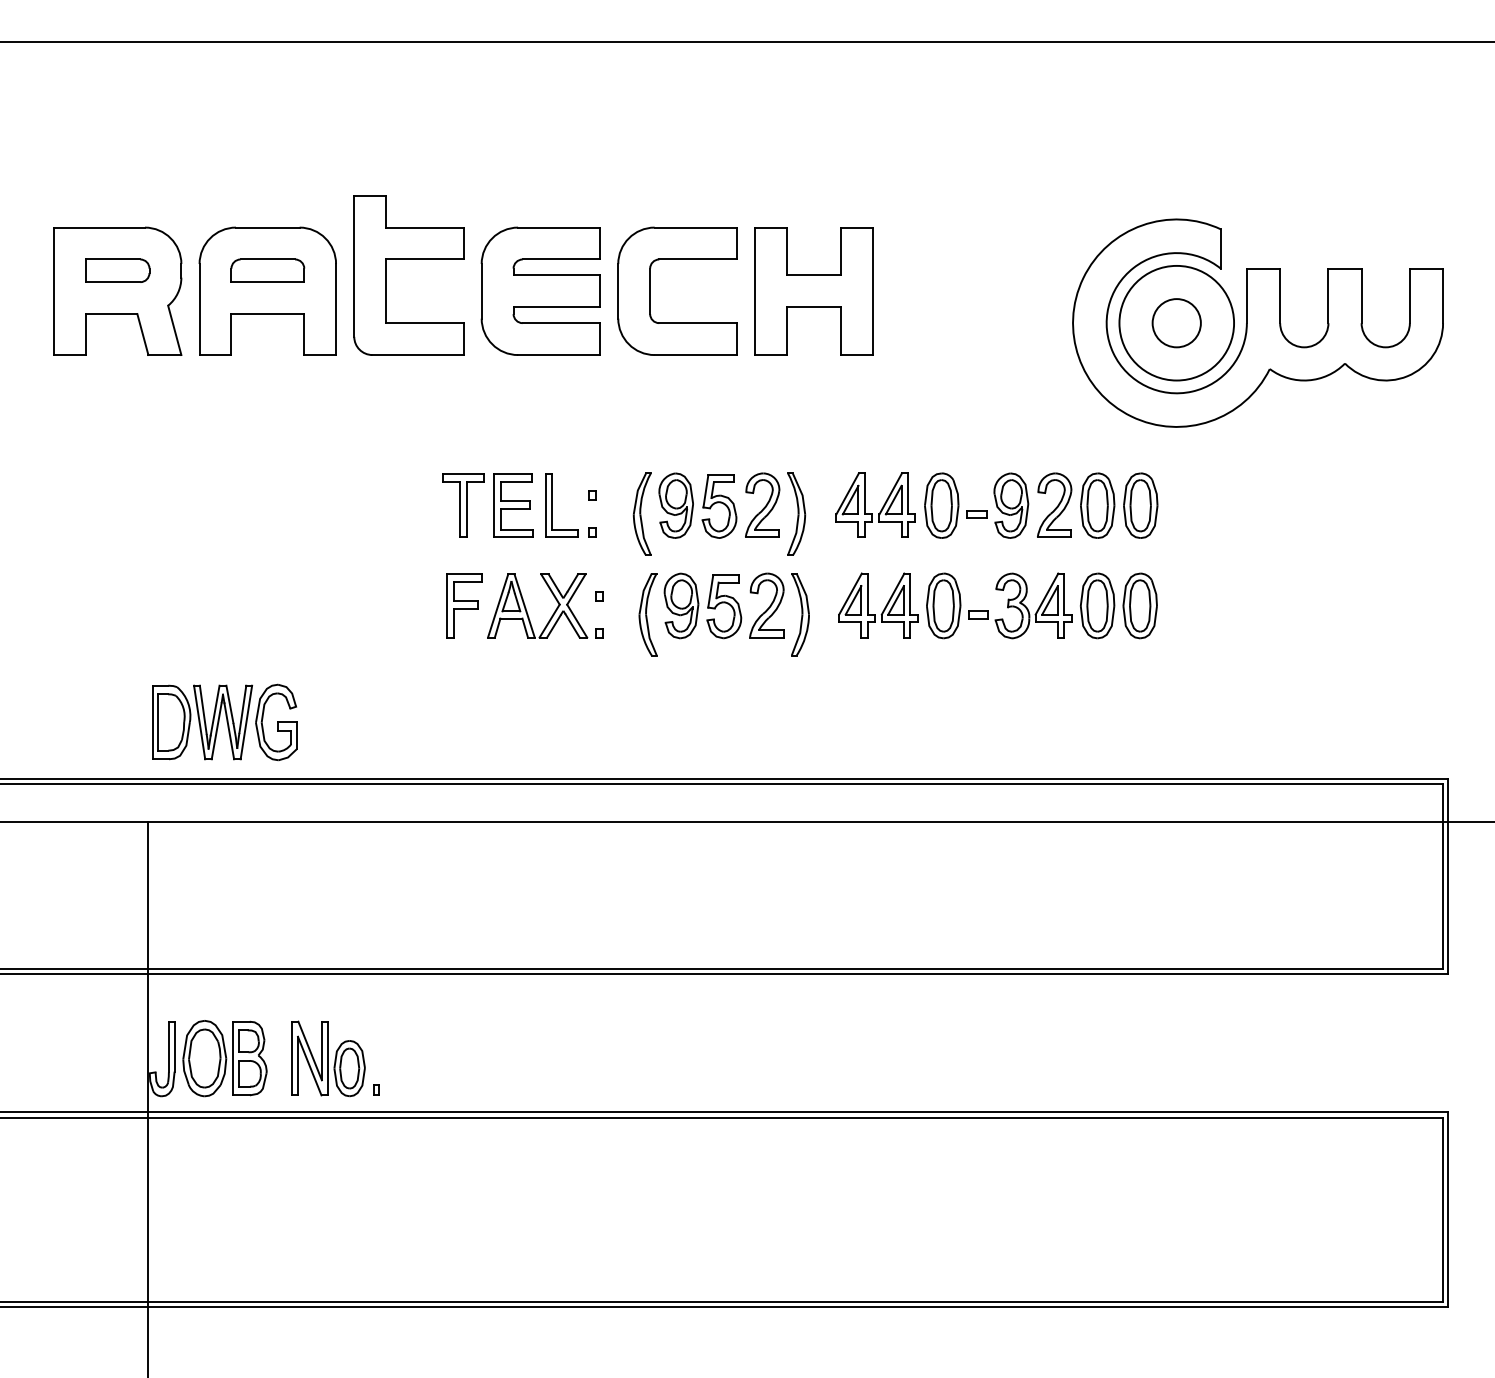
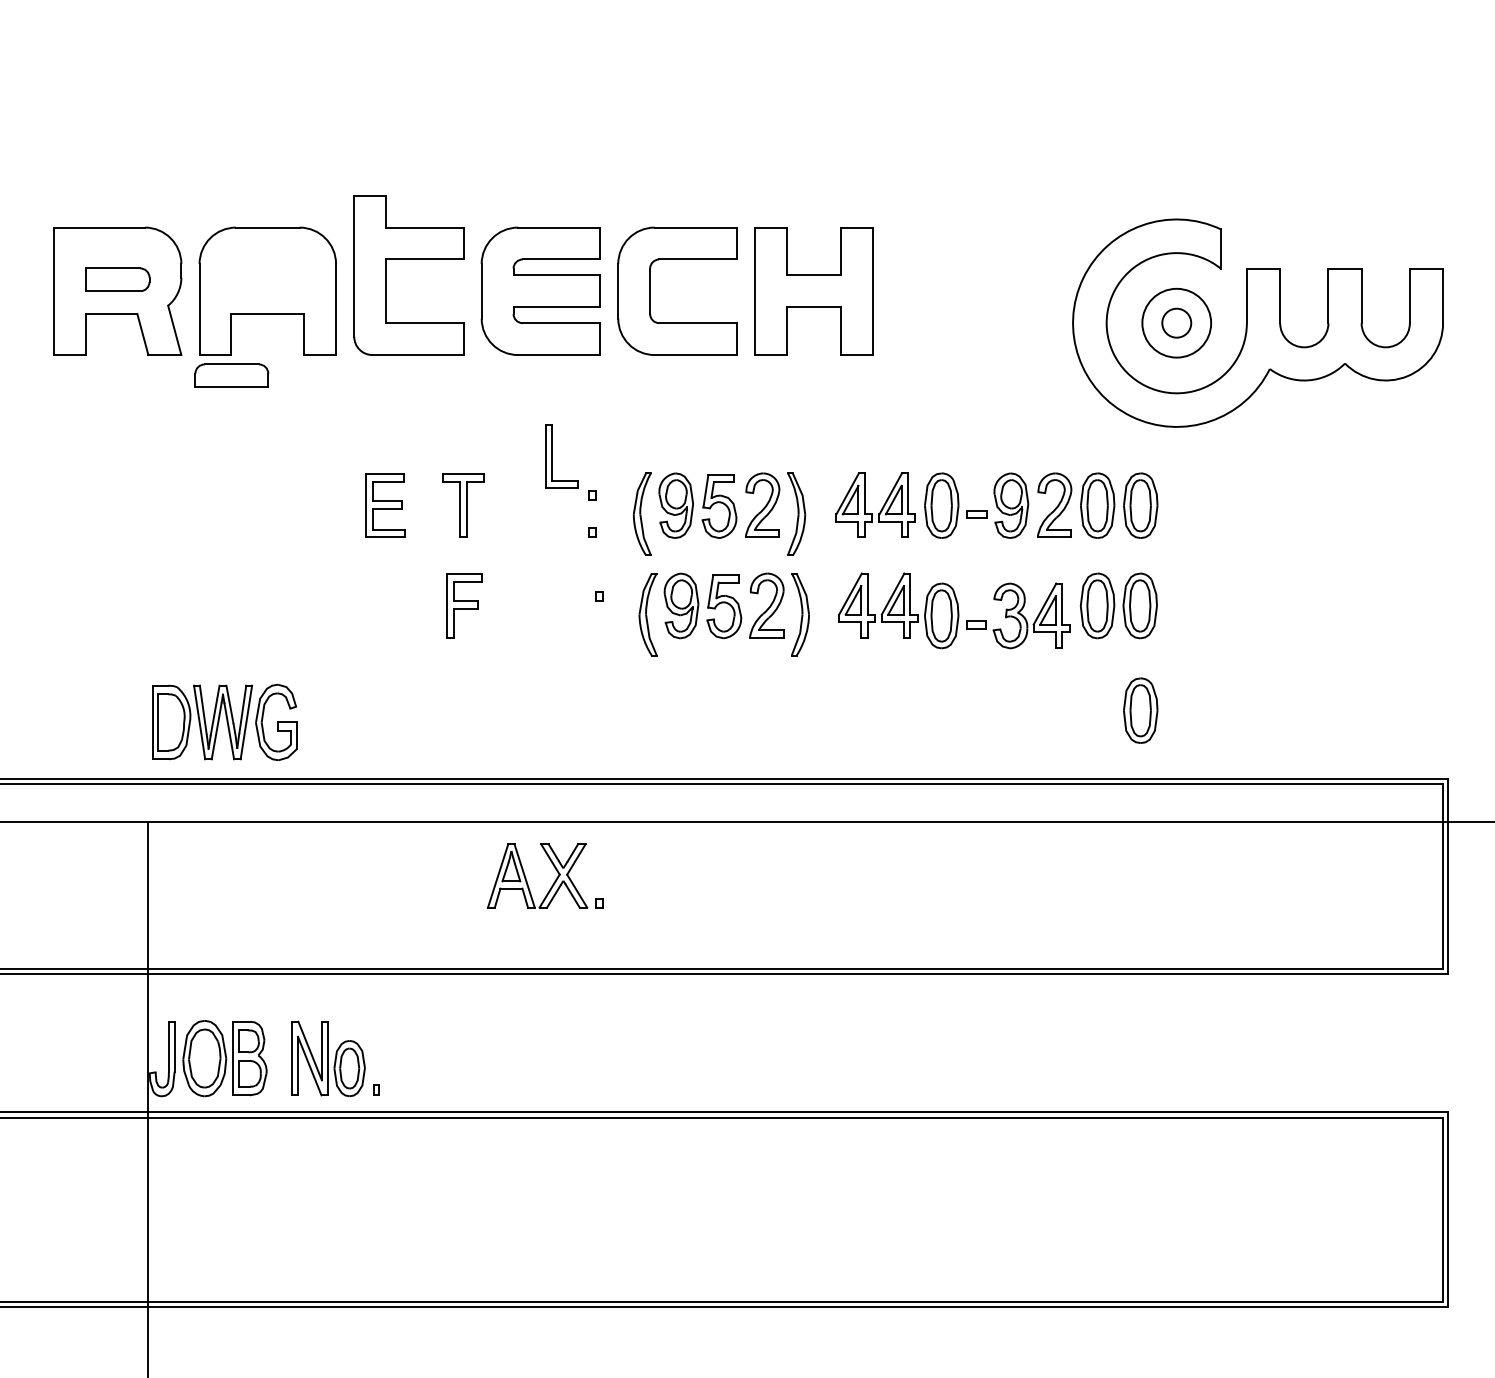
line at (746, 41): present -> none
part at (117, 270) position: (117, 270) -> (117, 279)
part at (267, 270) position: (267, 270) -> (231, 375)
circle at (1176, 322) diameter: 115 px -> 69 px
circle at (1176, 323) diameter: 48 px -> 29 px
part at (513, 505) position: (513, 505) -> (385, 505)
part at (552, 505) position: (552, 505) -> (552, 456)
part at (1007, 605) position: (1007, 605) -> (1005, 615)
part at (553, 612) position: (553, 612) -> (553, 882)
part at (1140, 710): none -> present
